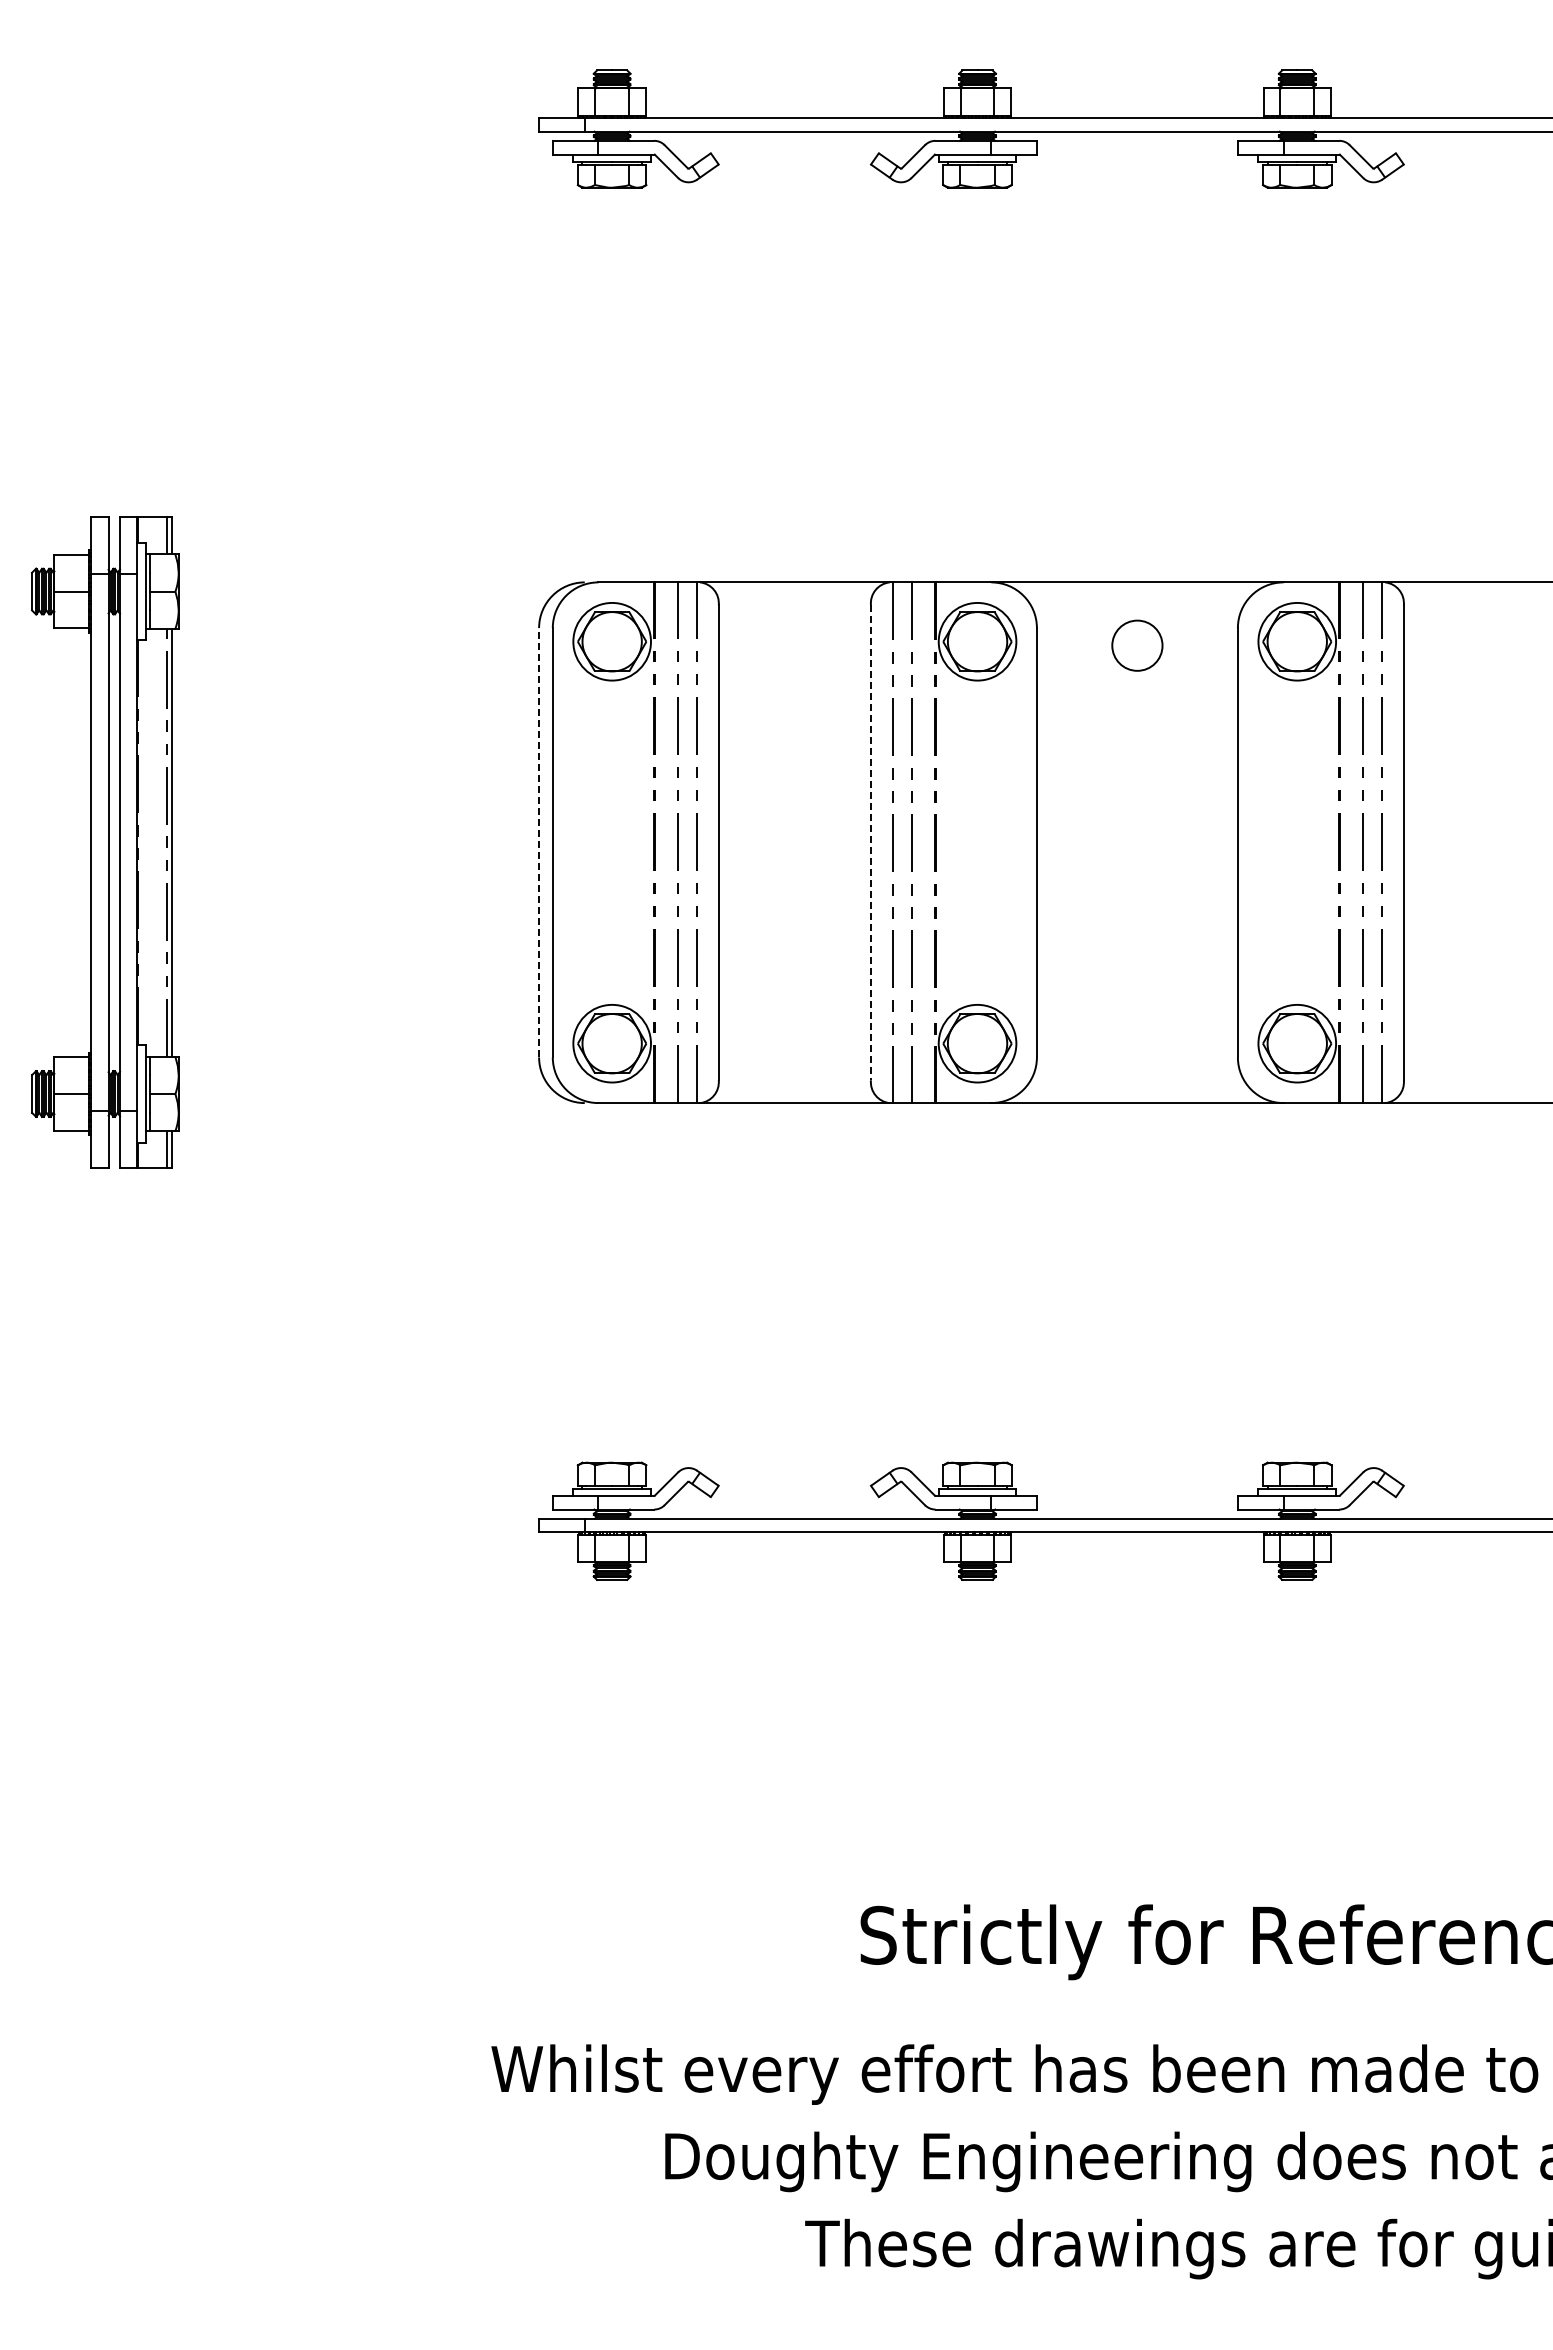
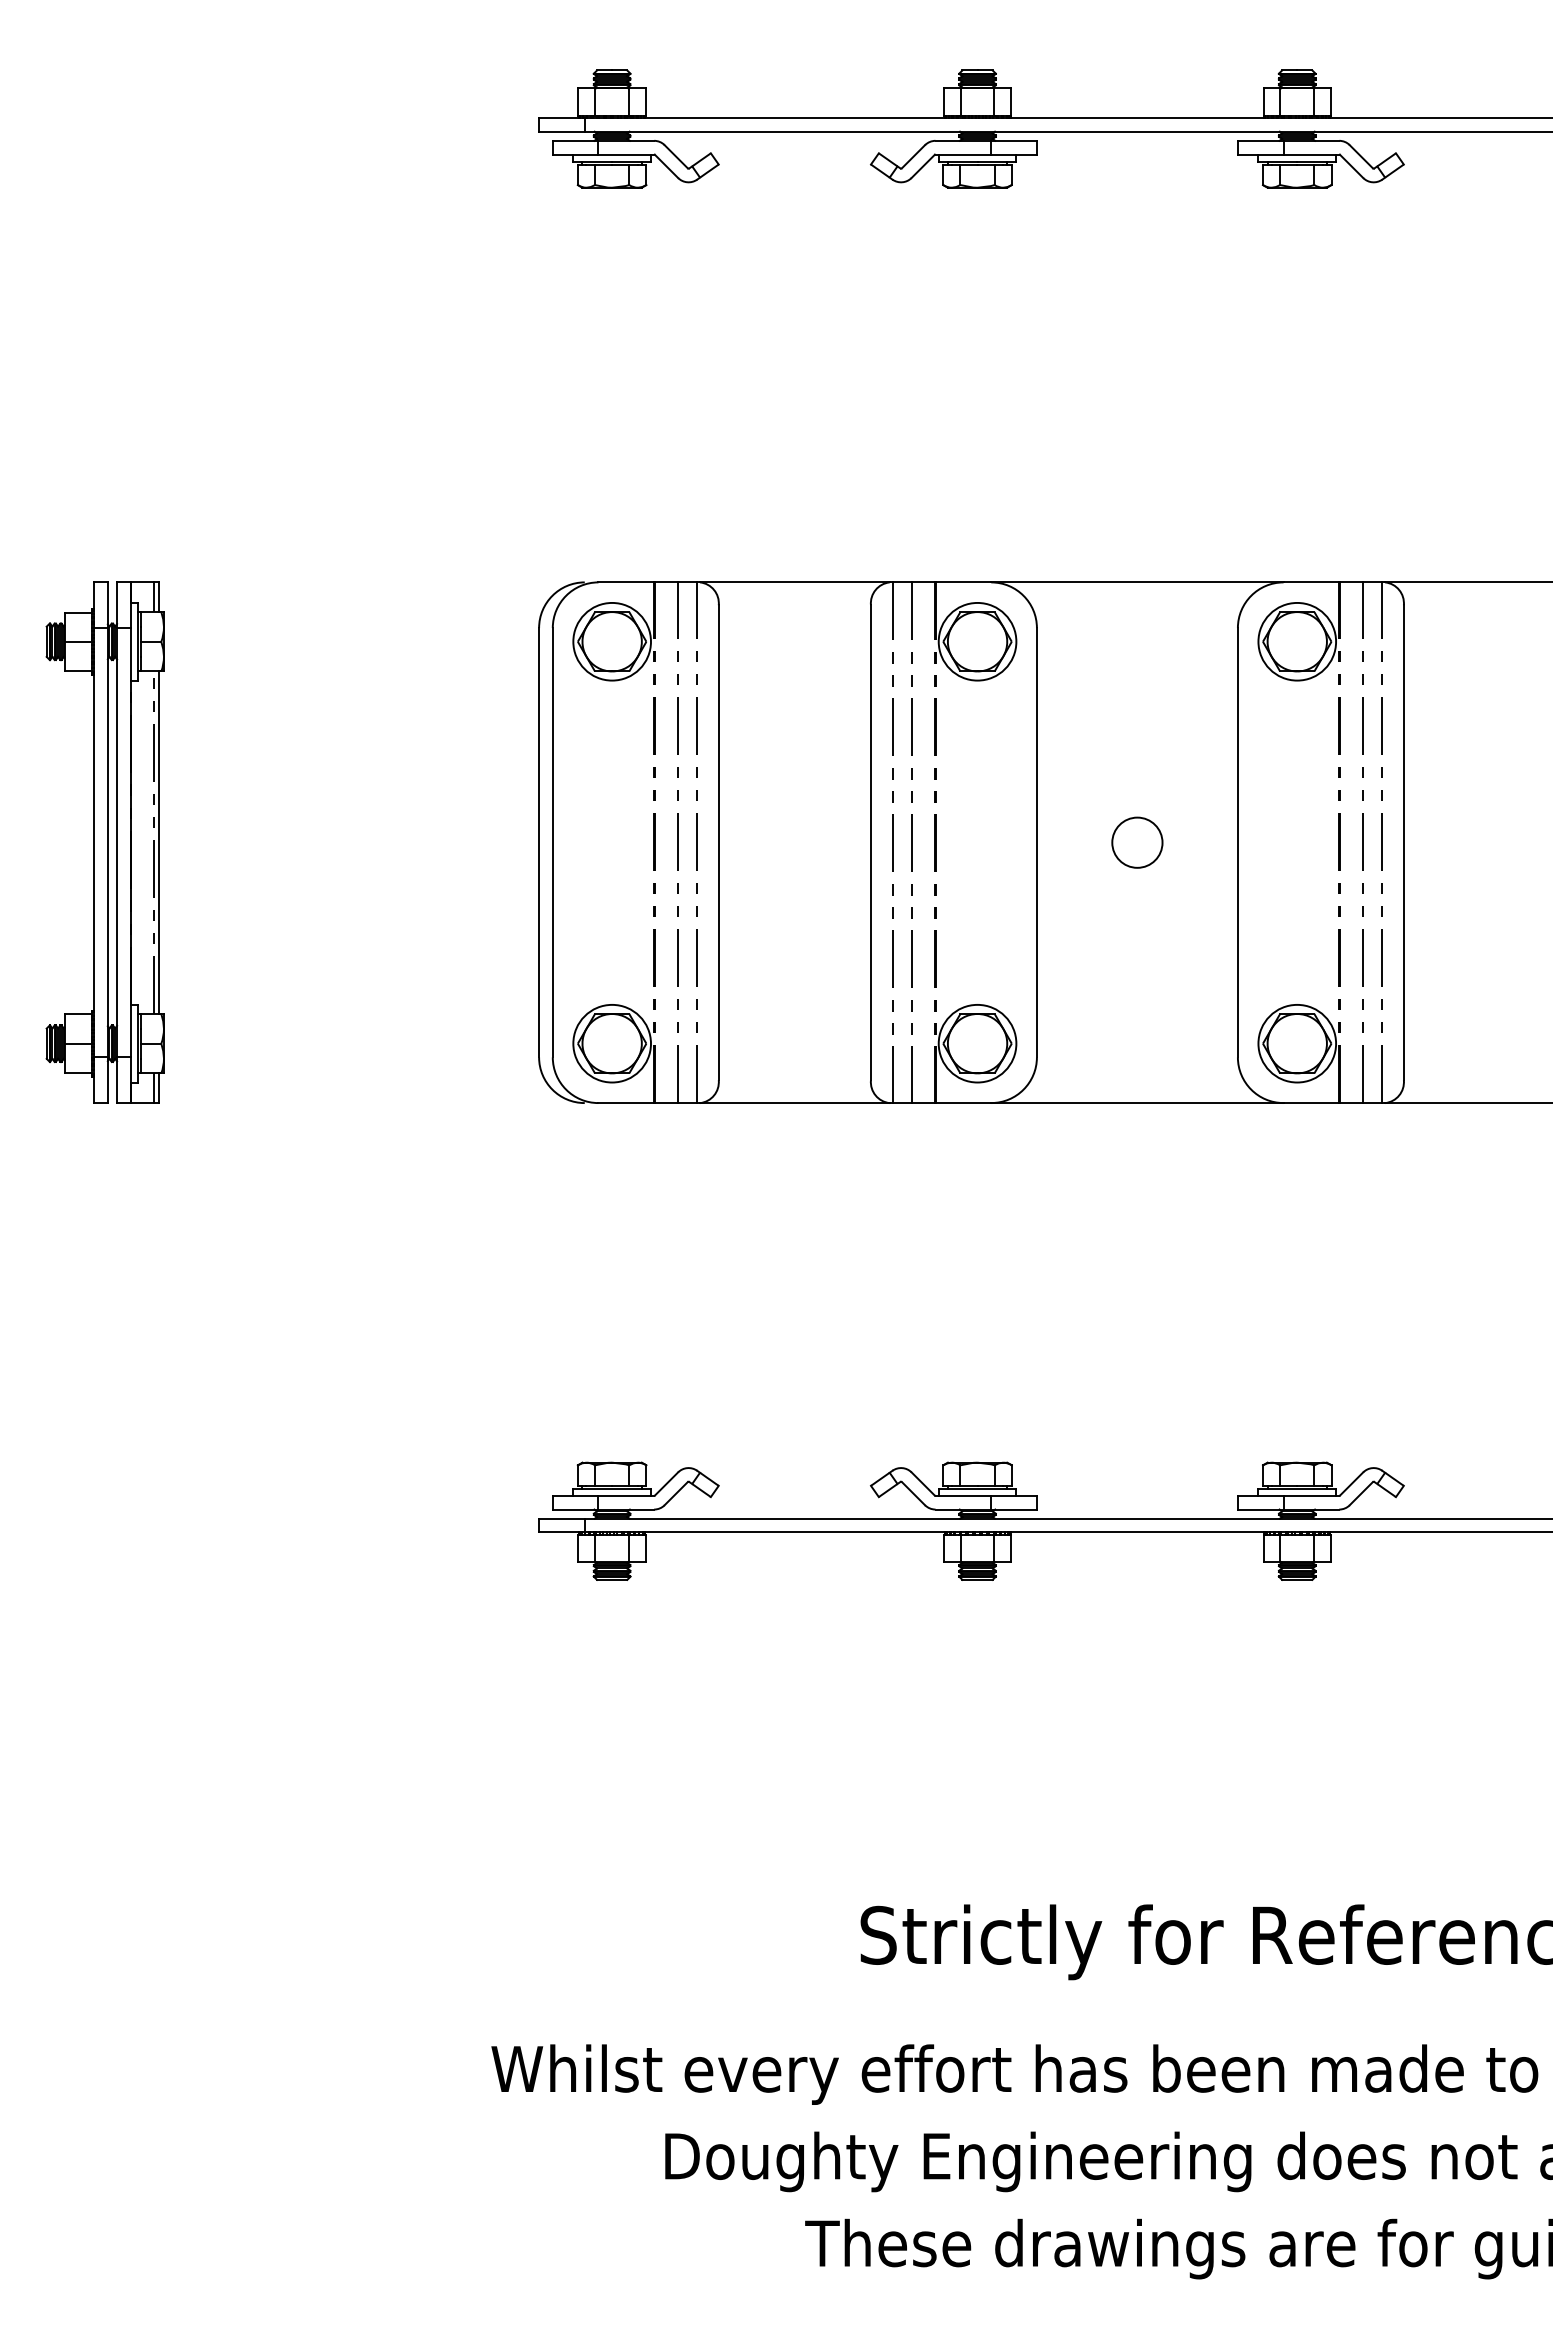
circle at (1137, 645) position: (1137, 645) -> (1137, 842)
part at (105, 842) size: 149x653 px -> 120x523 px
line at (539, 842): dashed -> solid
line at (871, 842): dashed -> solid
